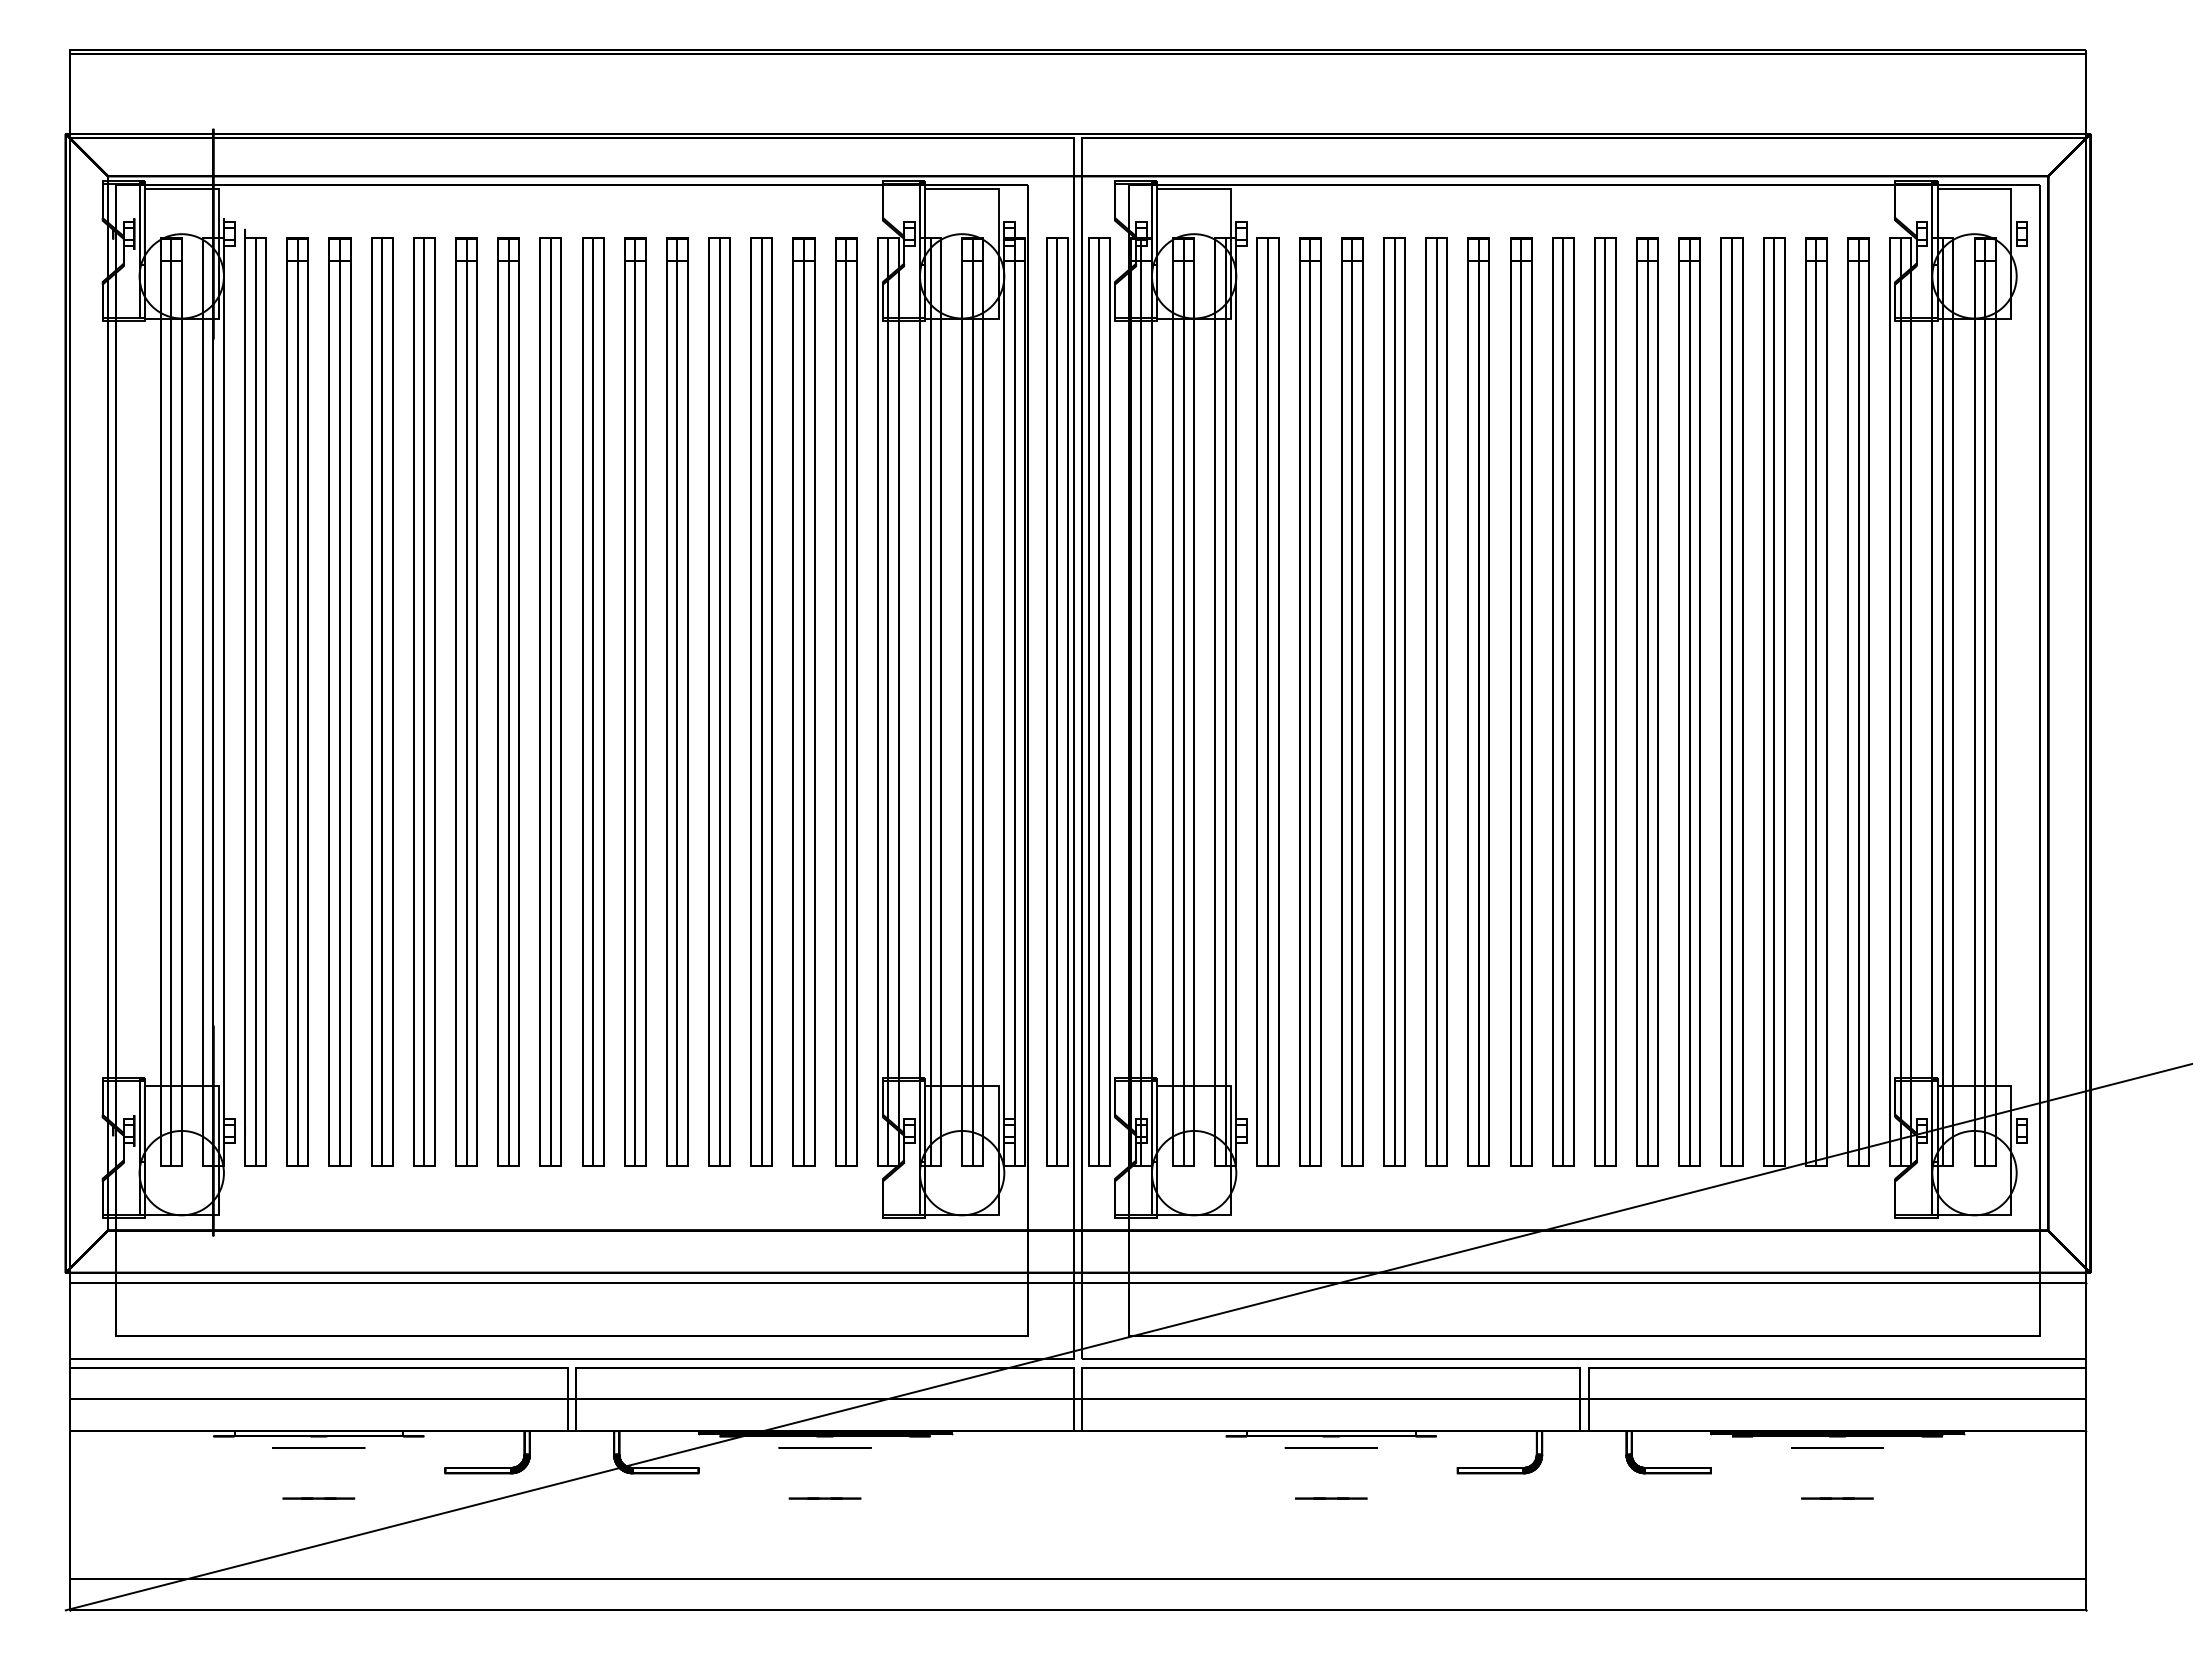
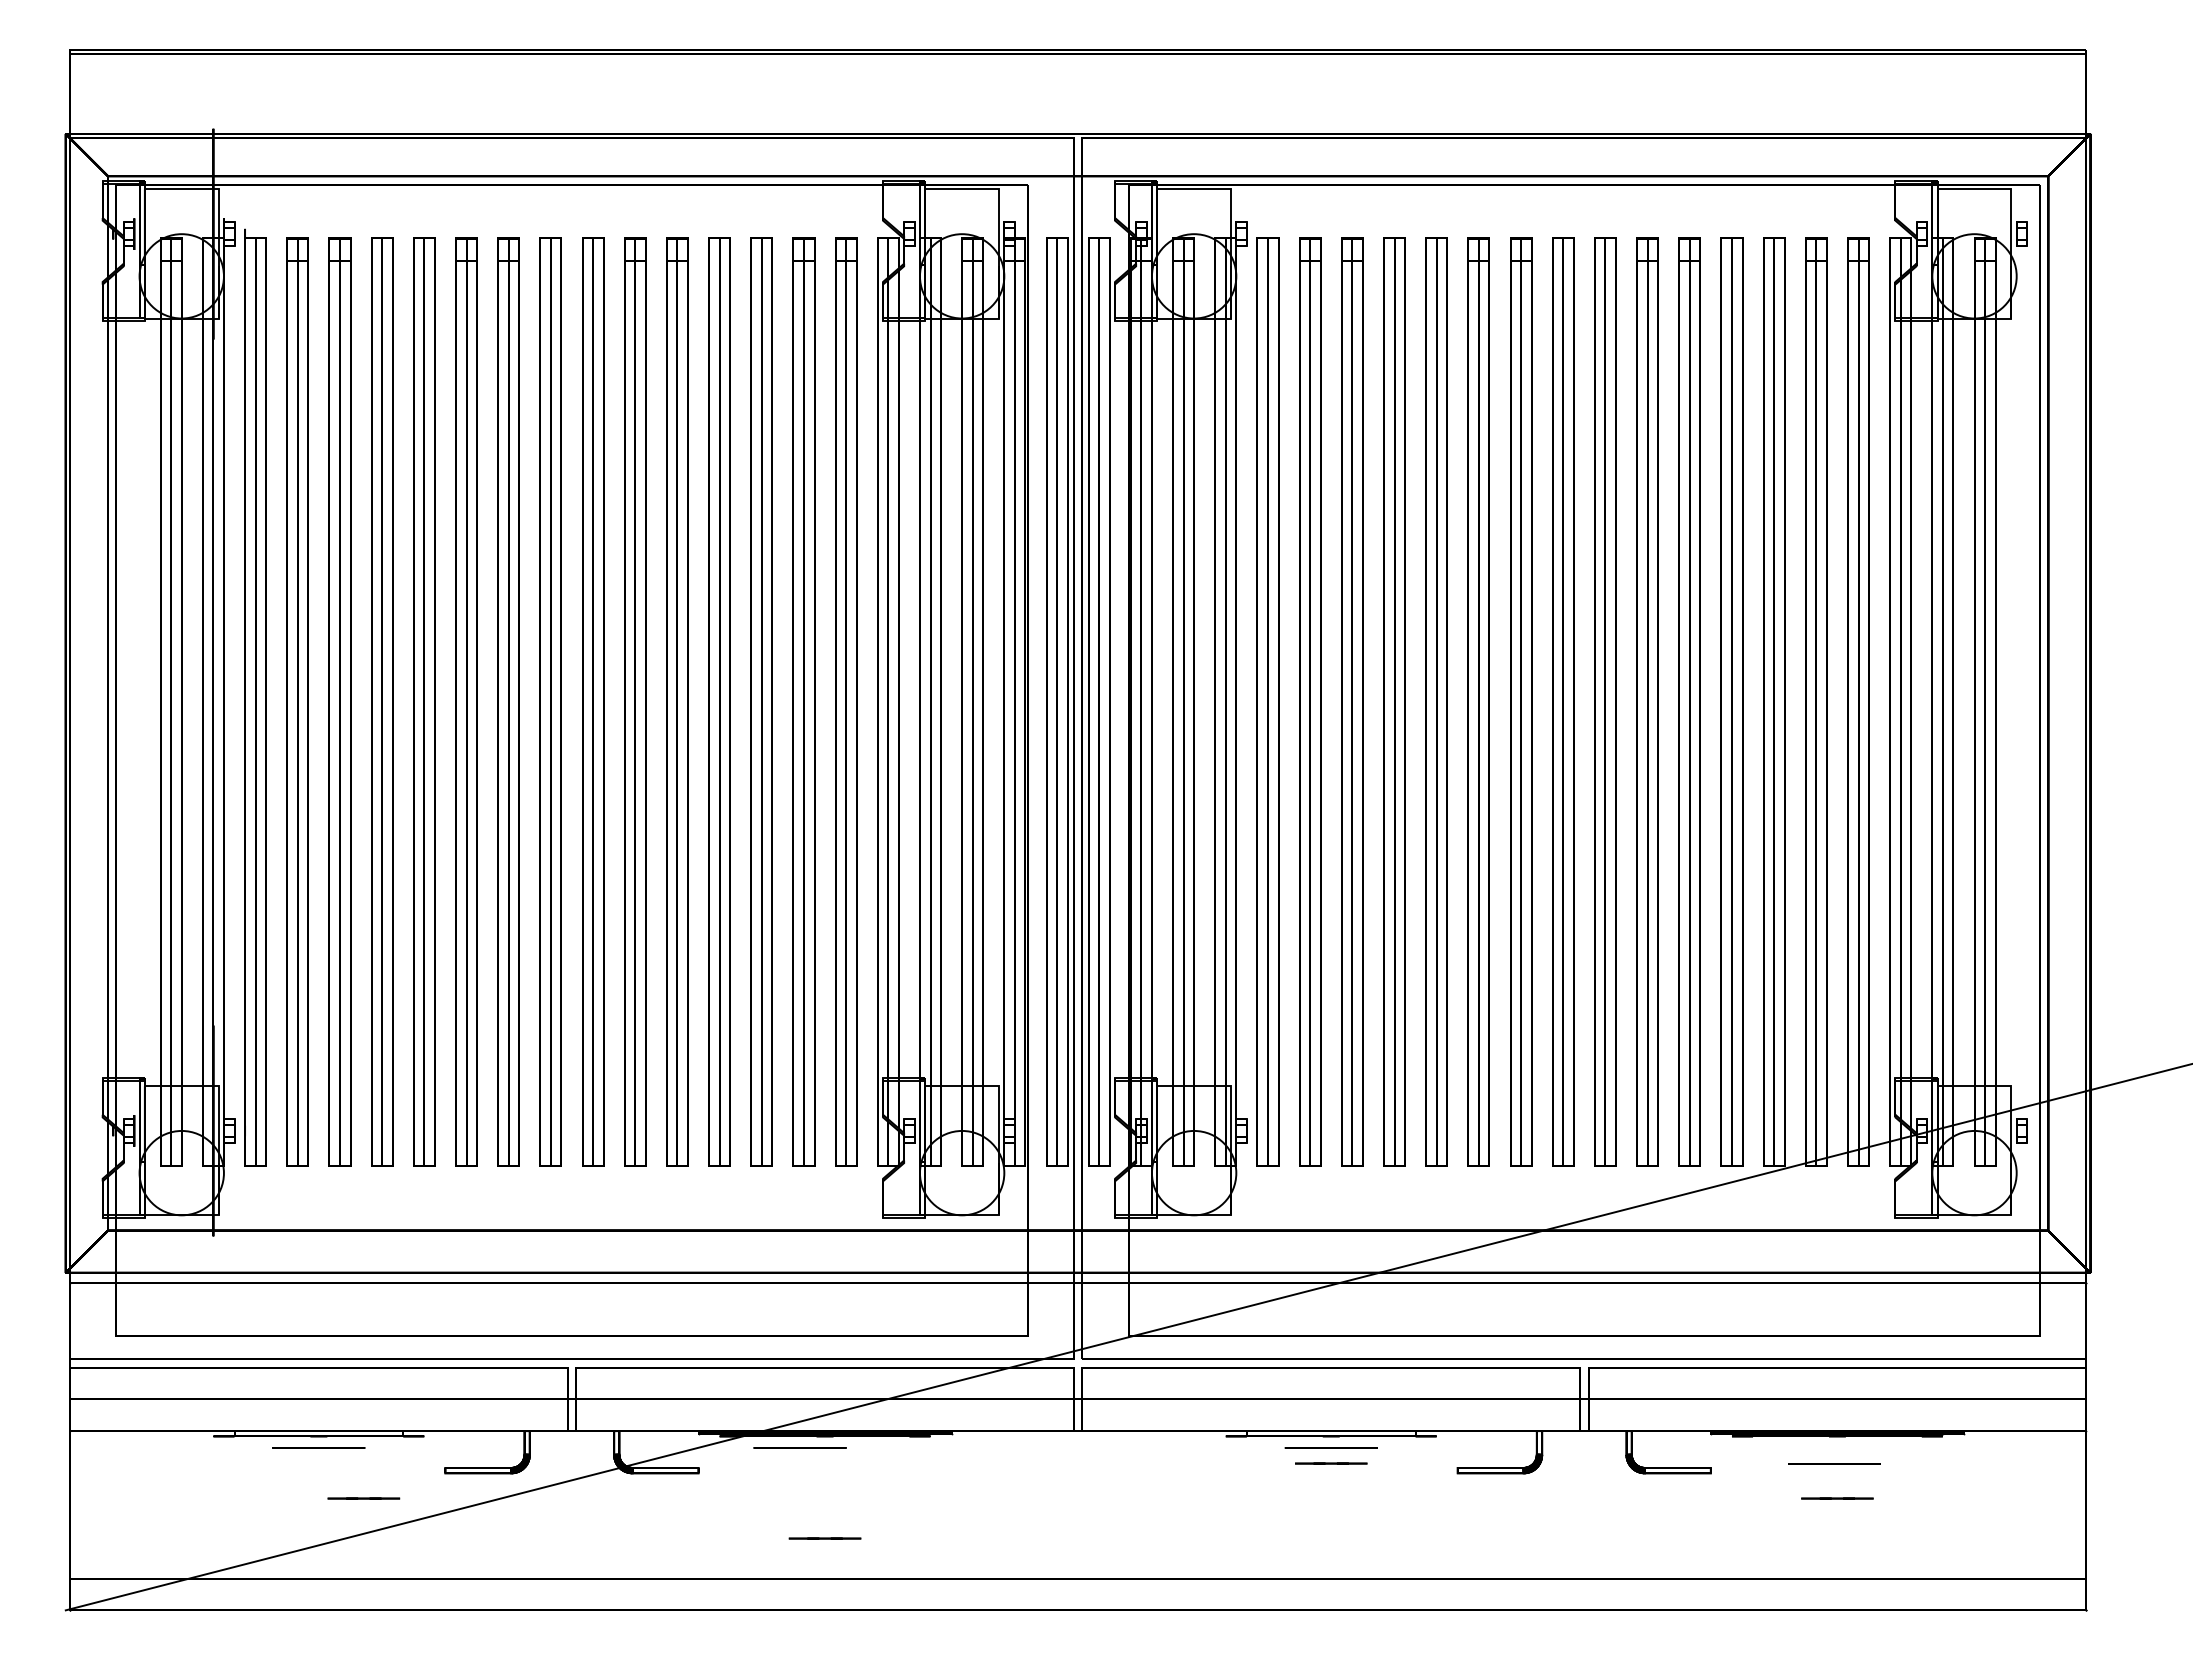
circle at (824, 1447) position: (824, 1447) -> (799, 1447)
circle at (1837, 1447) position: (1837, 1447) -> (1834, 1463)
line at (318, 1498) position: (318, 1498) -> (363, 1498)
line at (824, 1498) position: (824, 1498) -> (824, 1538)
line at (1331, 1498) position: (1331, 1498) -> (1331, 1463)
